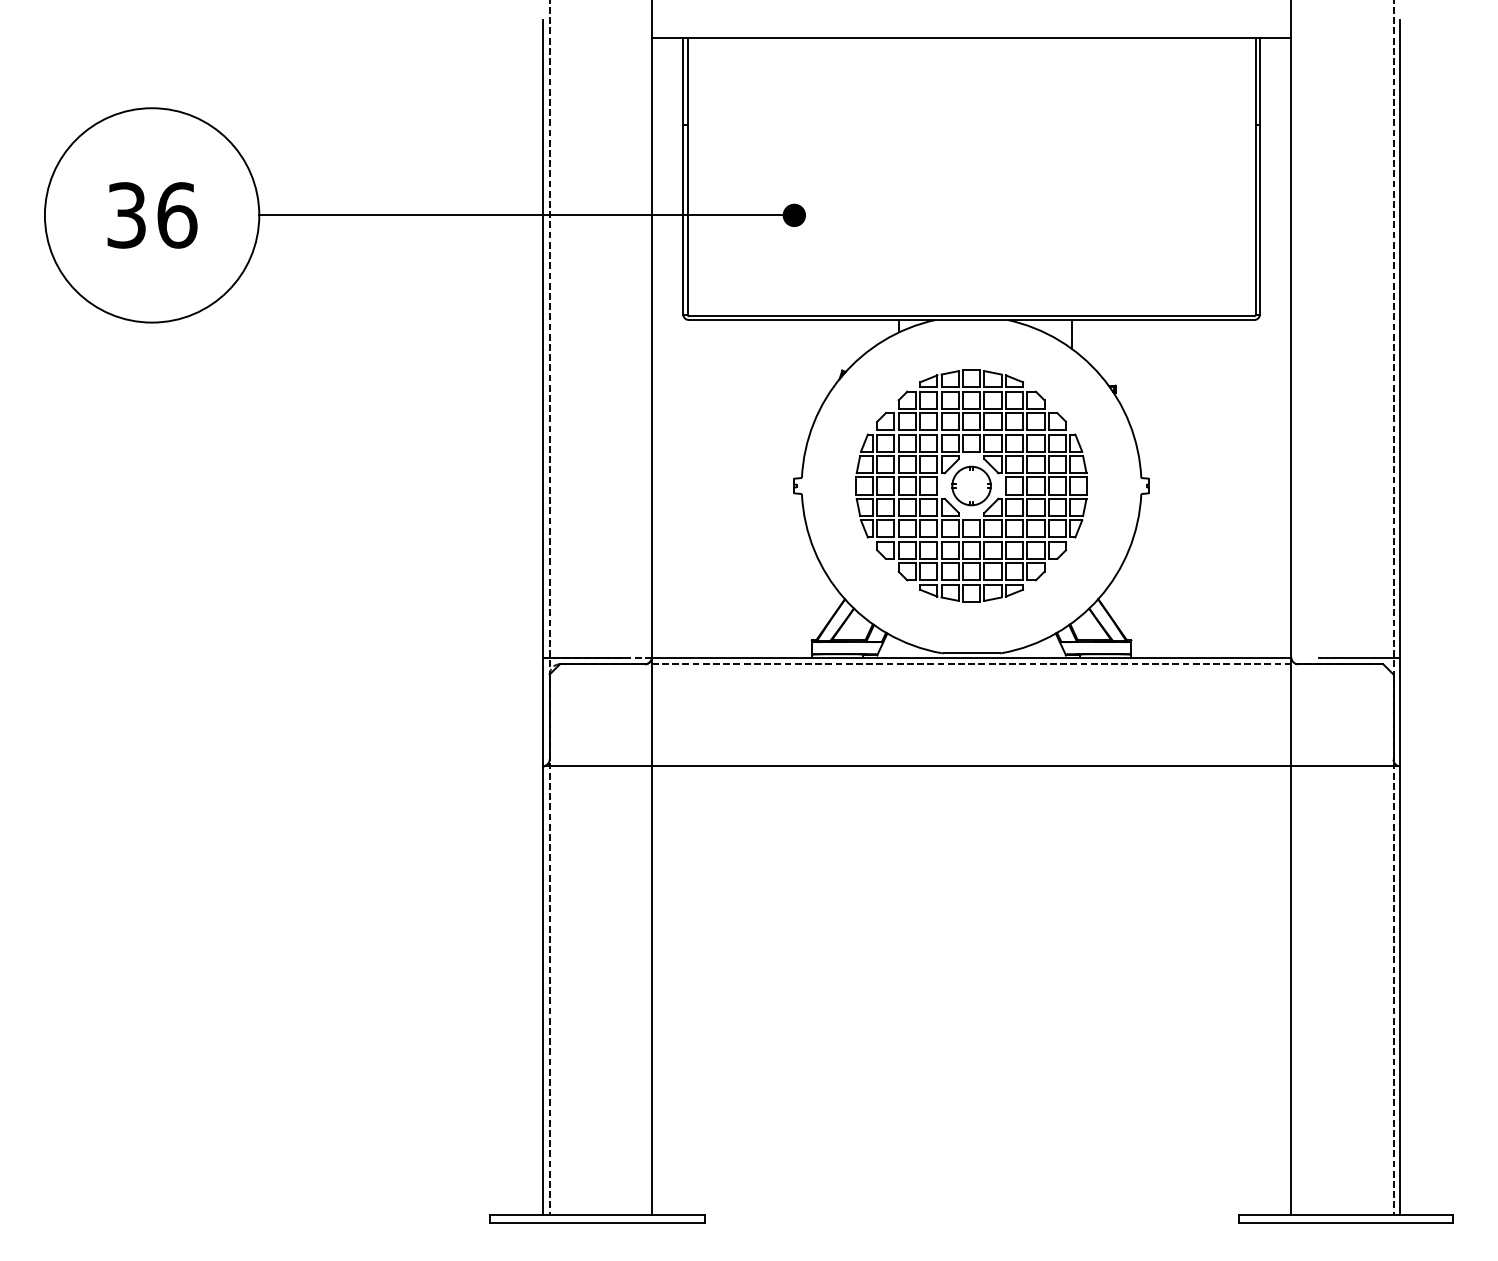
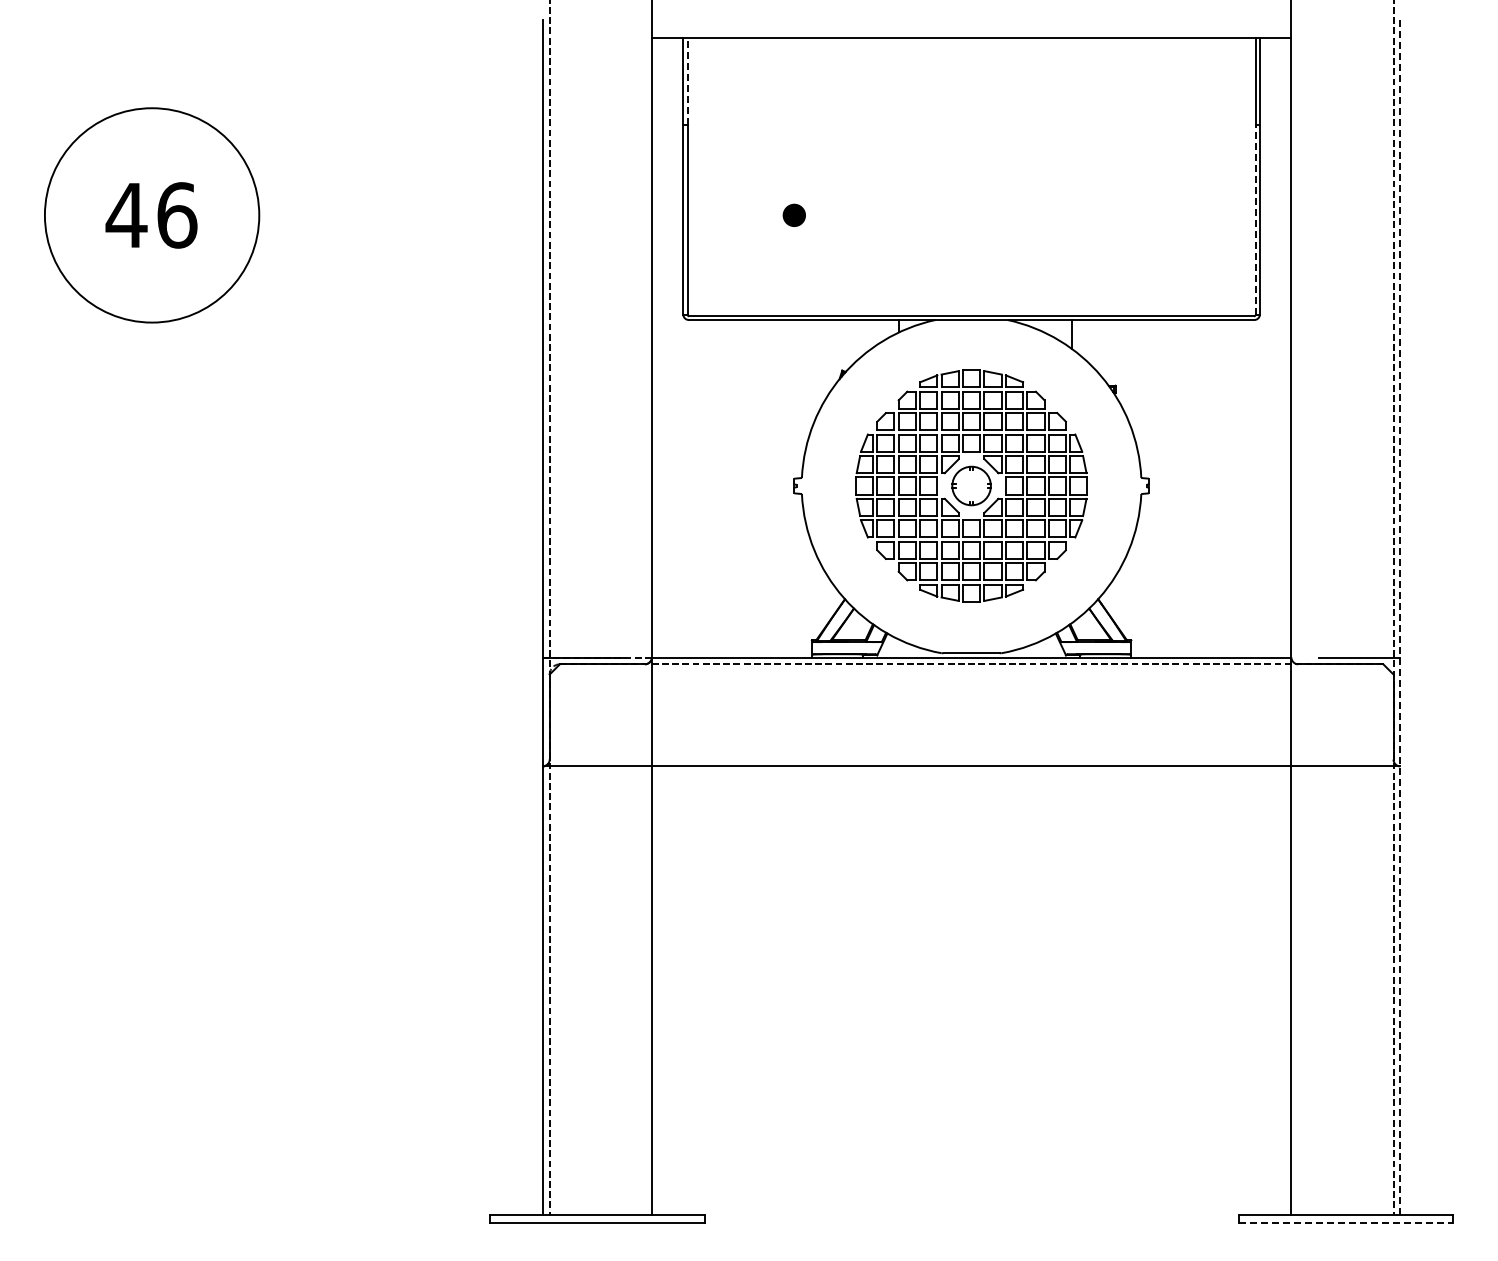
line at (687, 81): solid -> dashed
text at (126, 215): 36 -> 46
line at (521, 215): present -> none
line at (1255, 220): solid -> dashed
line at (1400, 617): solid -> dashed
line at (1346, 1223): solid -> dashed
